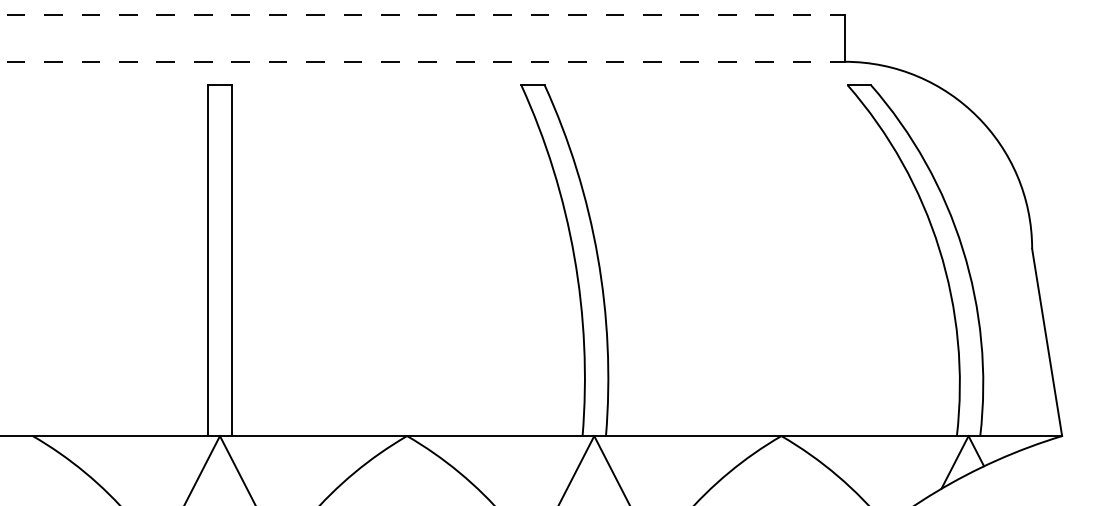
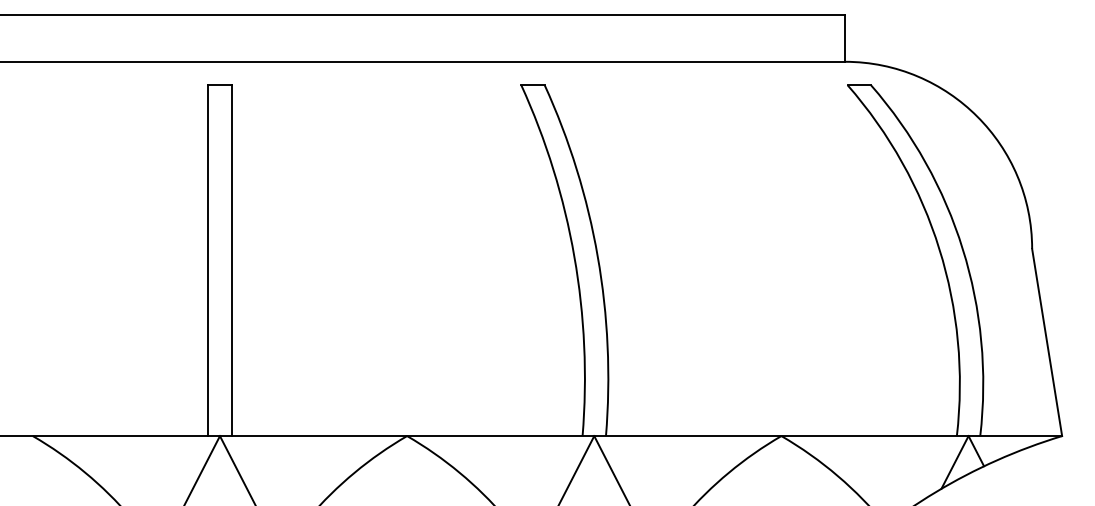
line at (423, 15): dashed -> solid
line at (423, 61): dashed -> solid
